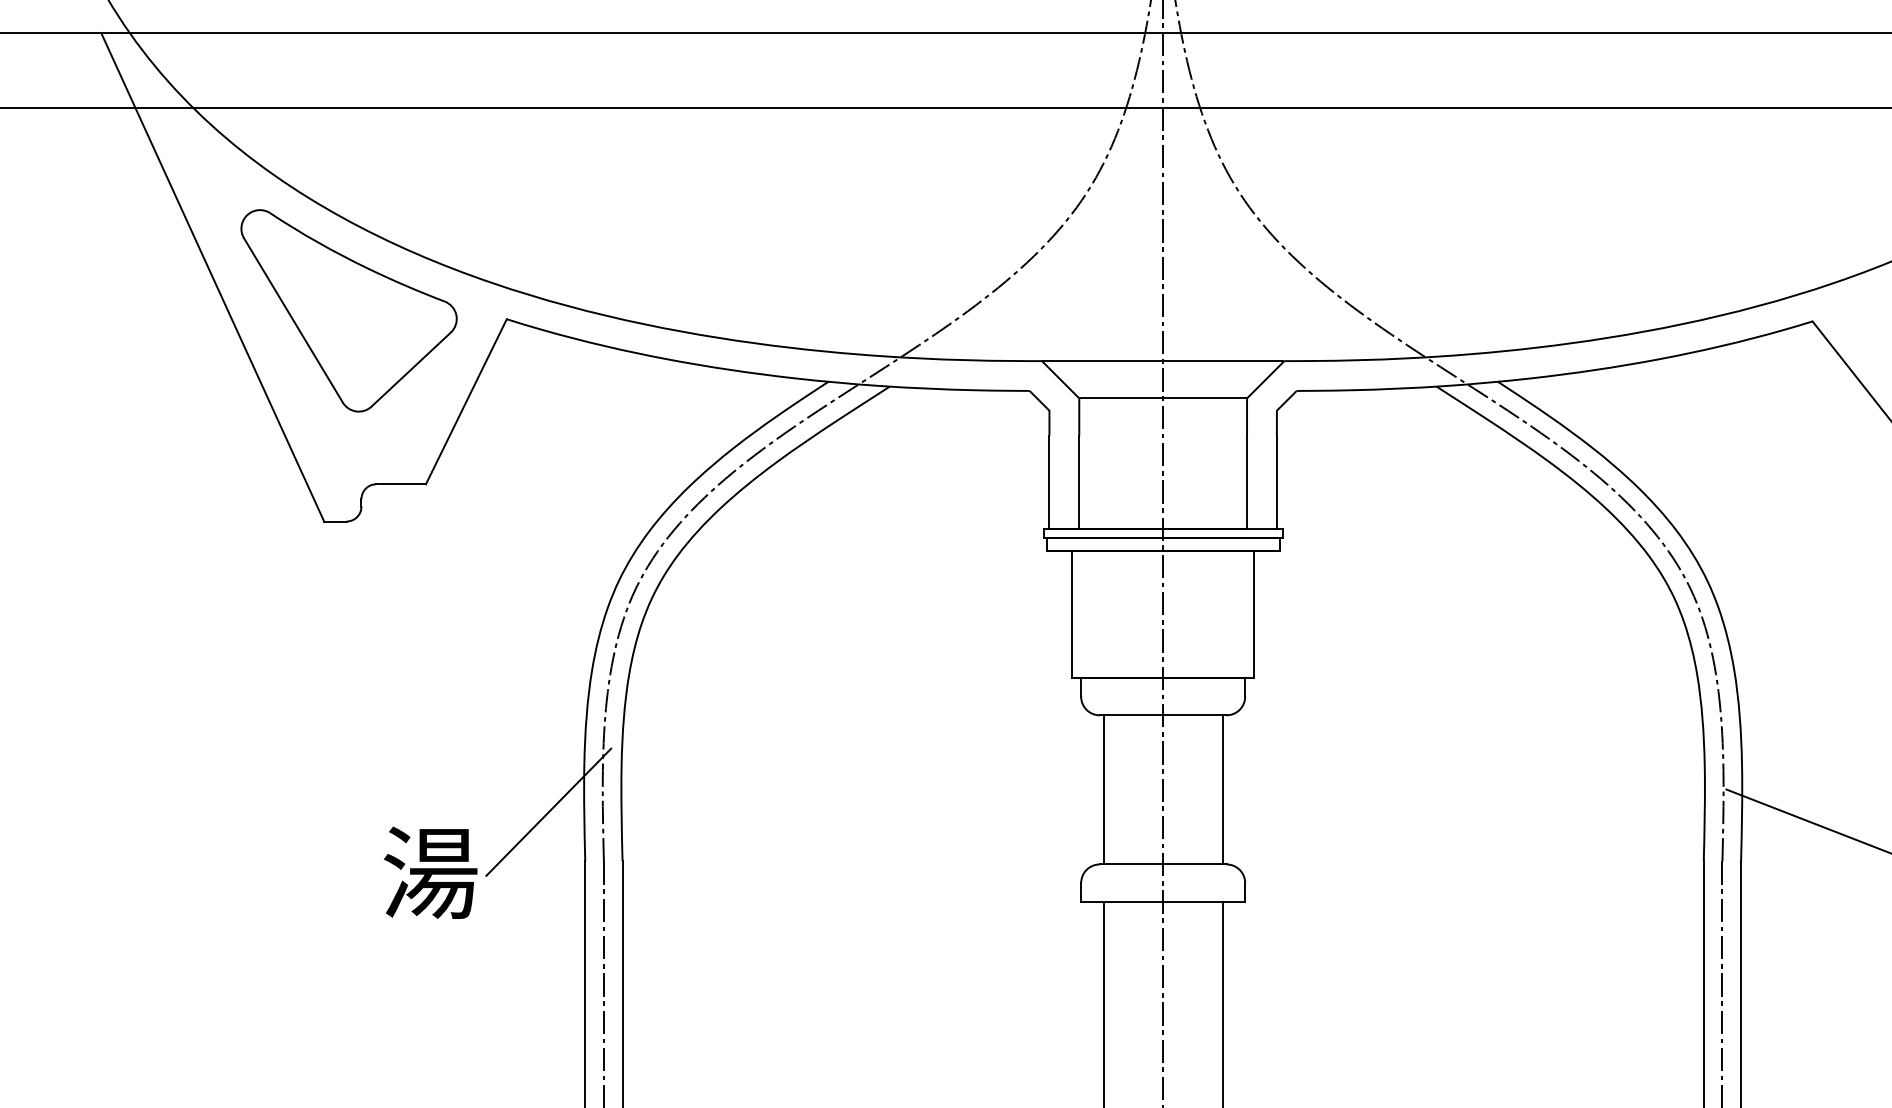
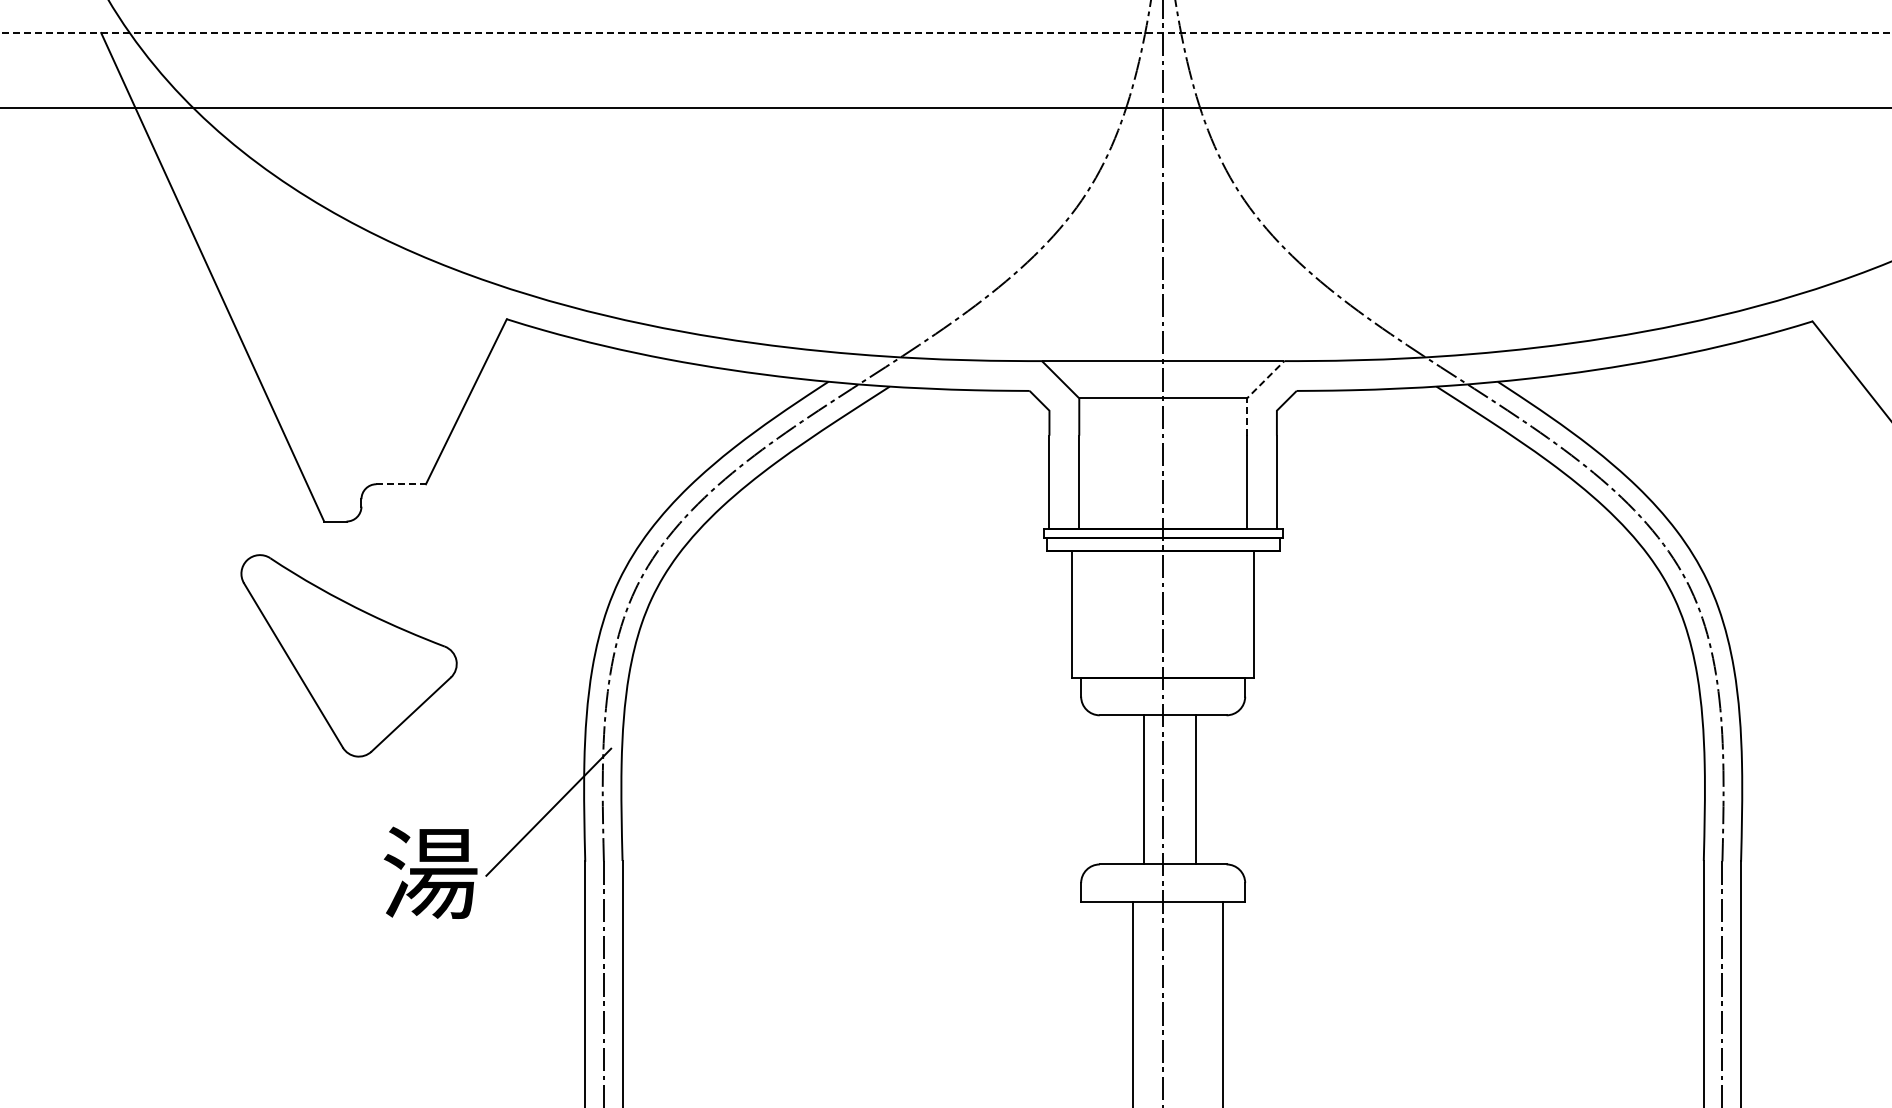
line at (946, 33): solid -> dashed
part at (348, 310) position: (348, 310) -> (348, 655)
line at (1251, 393): solid -> dashed
line at (401, 484): solid -> dashed
line at (1103, 789) position: (1103, 789) -> (1143, 789)
line at (1222, 789) position: (1222, 789) -> (1195, 789)
line at (1807, 820): present -> none
line at (1103, 1002) position: (1103, 1002) -> (1132, 1002)
